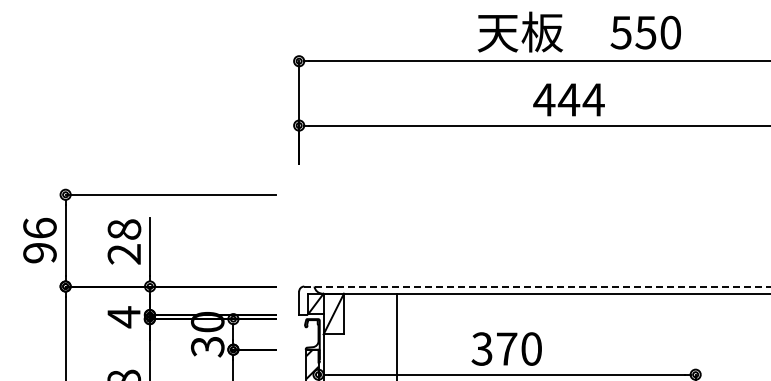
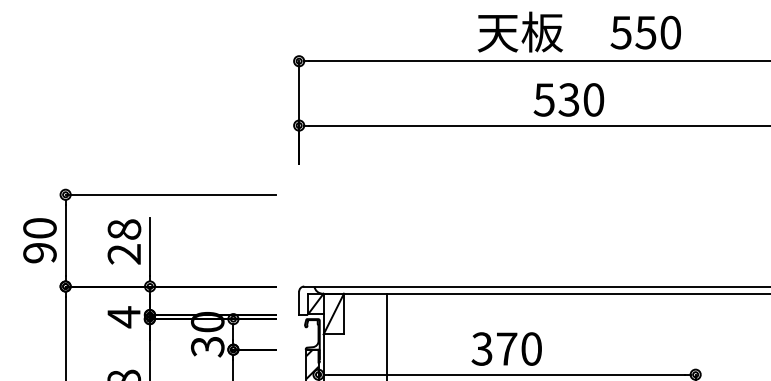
text at (568, 99): 444 -> 530
text at (39, 227): 96 -> 90
line at (537, 286): dashed -> solid
line at (396, 335) position: (396, 335) -> (386, 335)
